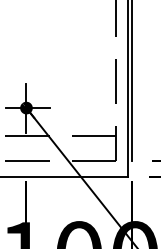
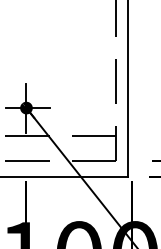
line at (132, 81): present -> none
